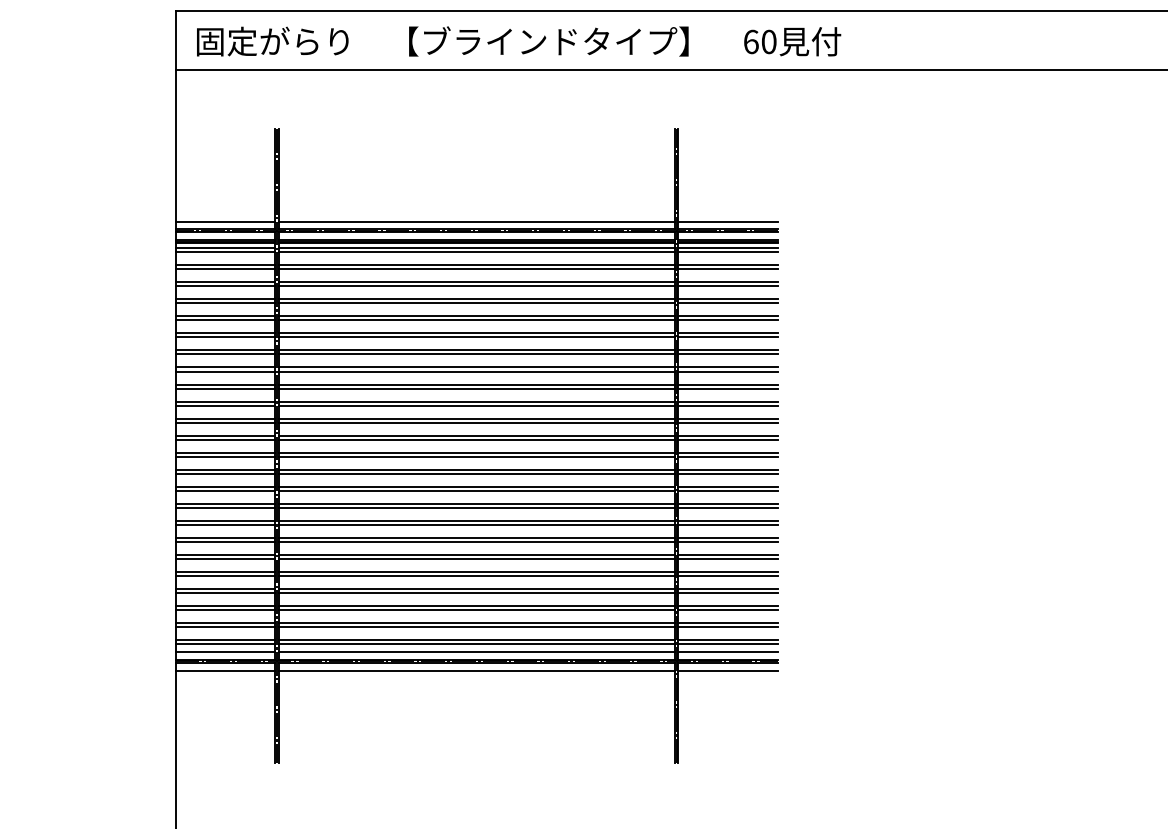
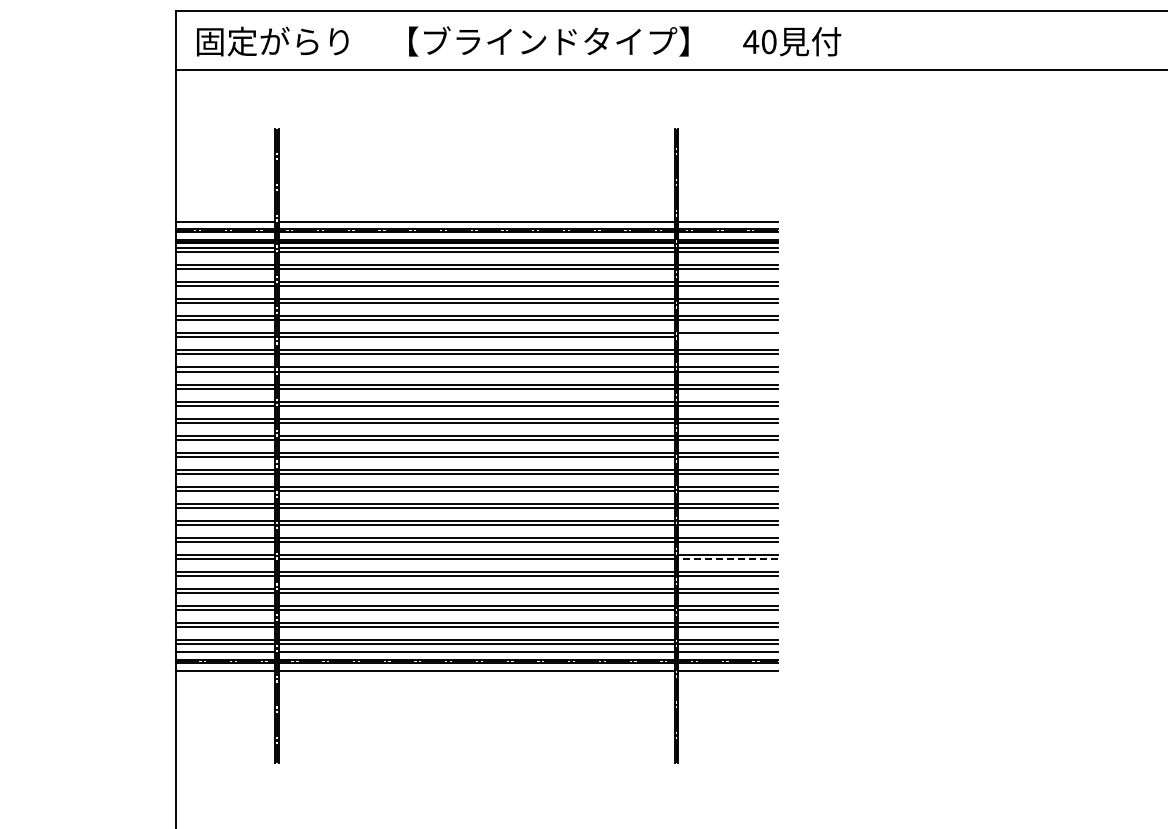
text at (751, 41): 60 -> 40
line at (728, 337): present -> none
line at (728, 559): solid -> dashed
